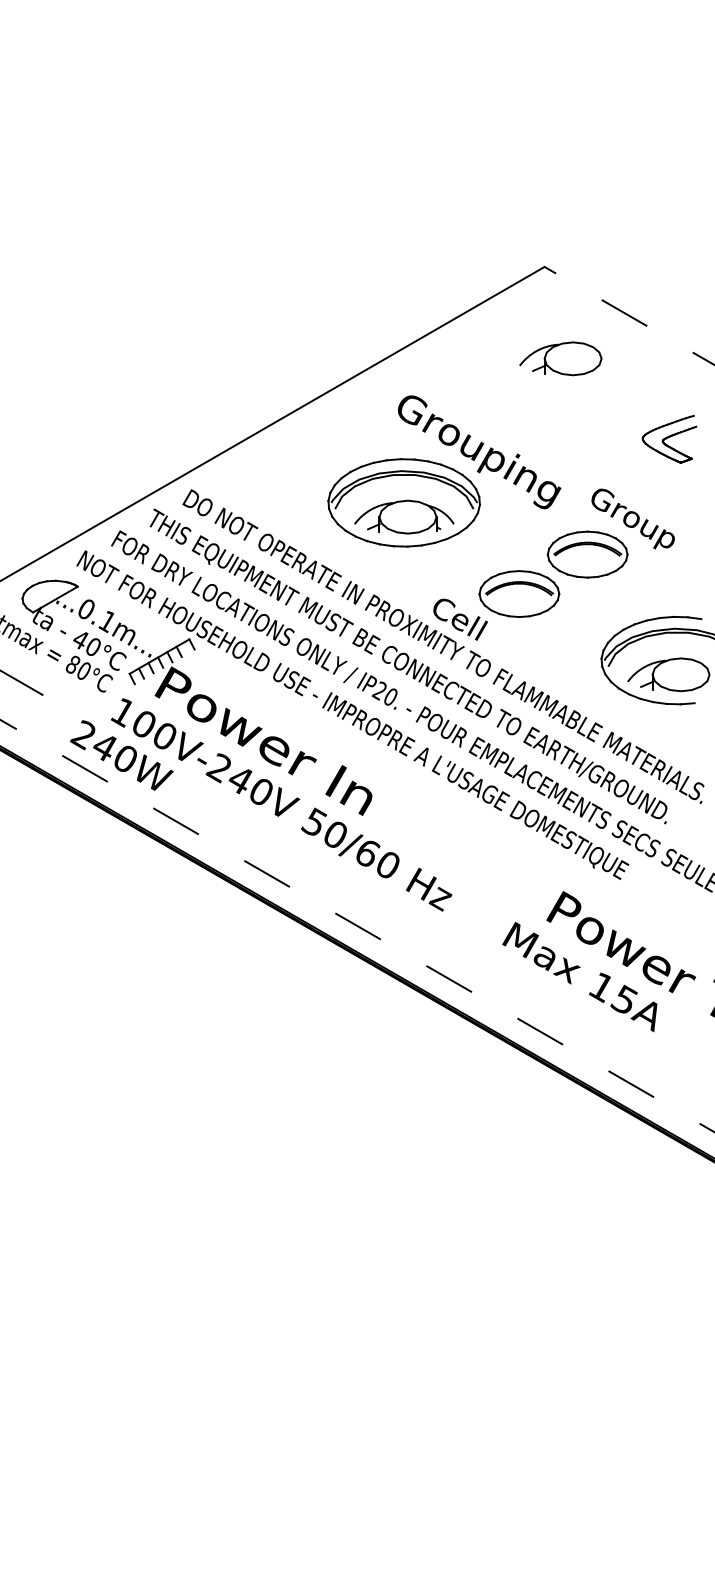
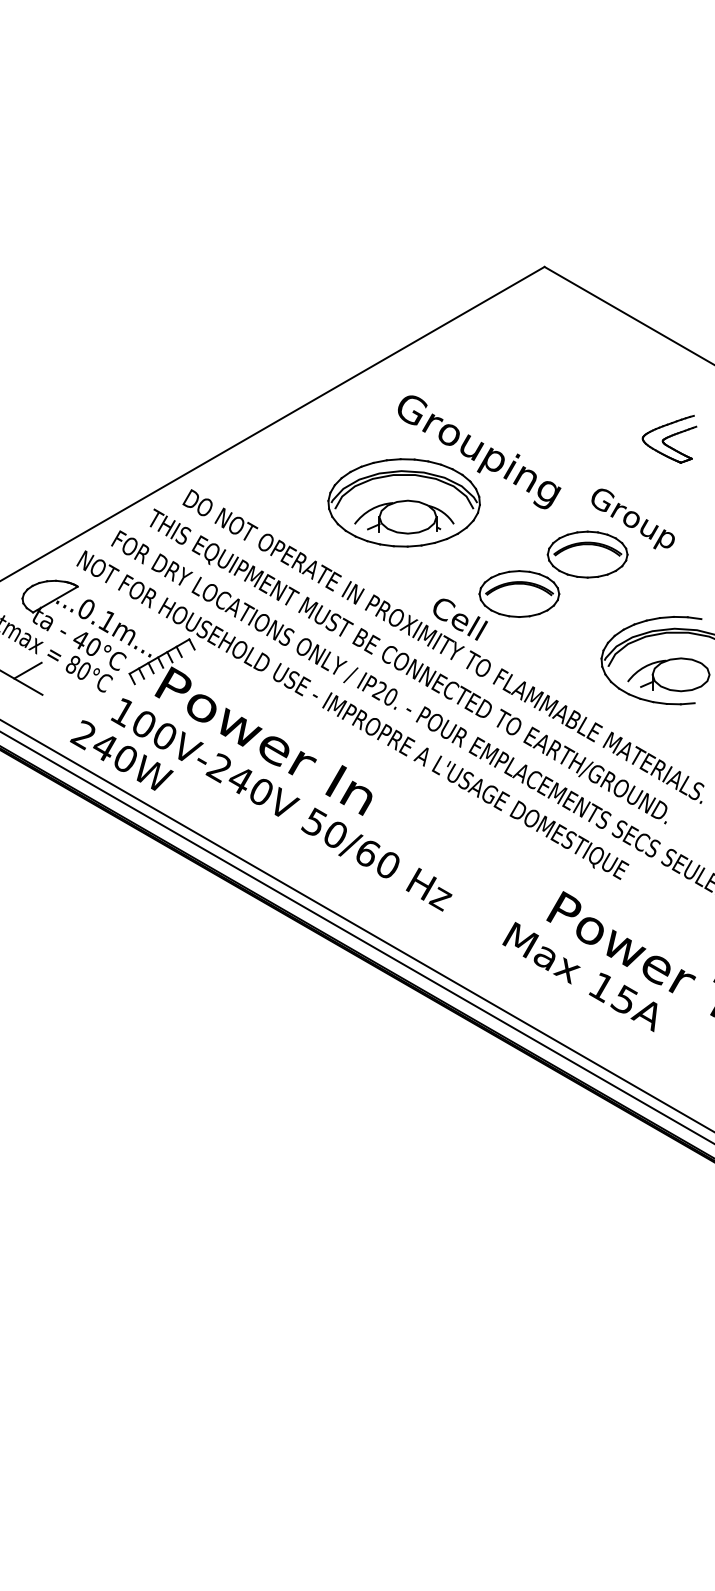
line at (629, 315): dashed -> solid
part at (560, 358): present -> none
line at (27, 670): none -> present
line at (357, 926): dashed -> solid
line at (356, 937): none -> present
